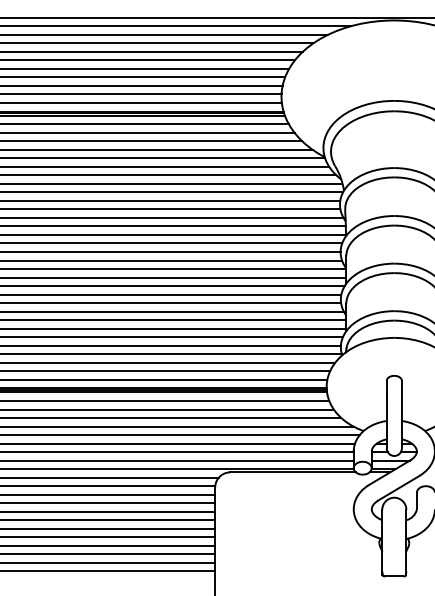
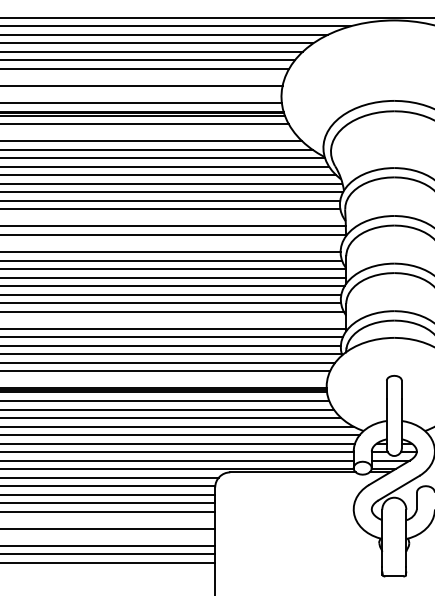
line at (143, 77): present -> none
line at (141, 94): present -> none
line at (148, 132): present -> none
line at (172, 217): present -> none
line at (172, 243): present -> none
line at (174, 320): present -> none
line at (164, 379): present -> none
line at (108, 520): present -> none
line at (108, 537): present -> none
line at (108, 571): present -> none
